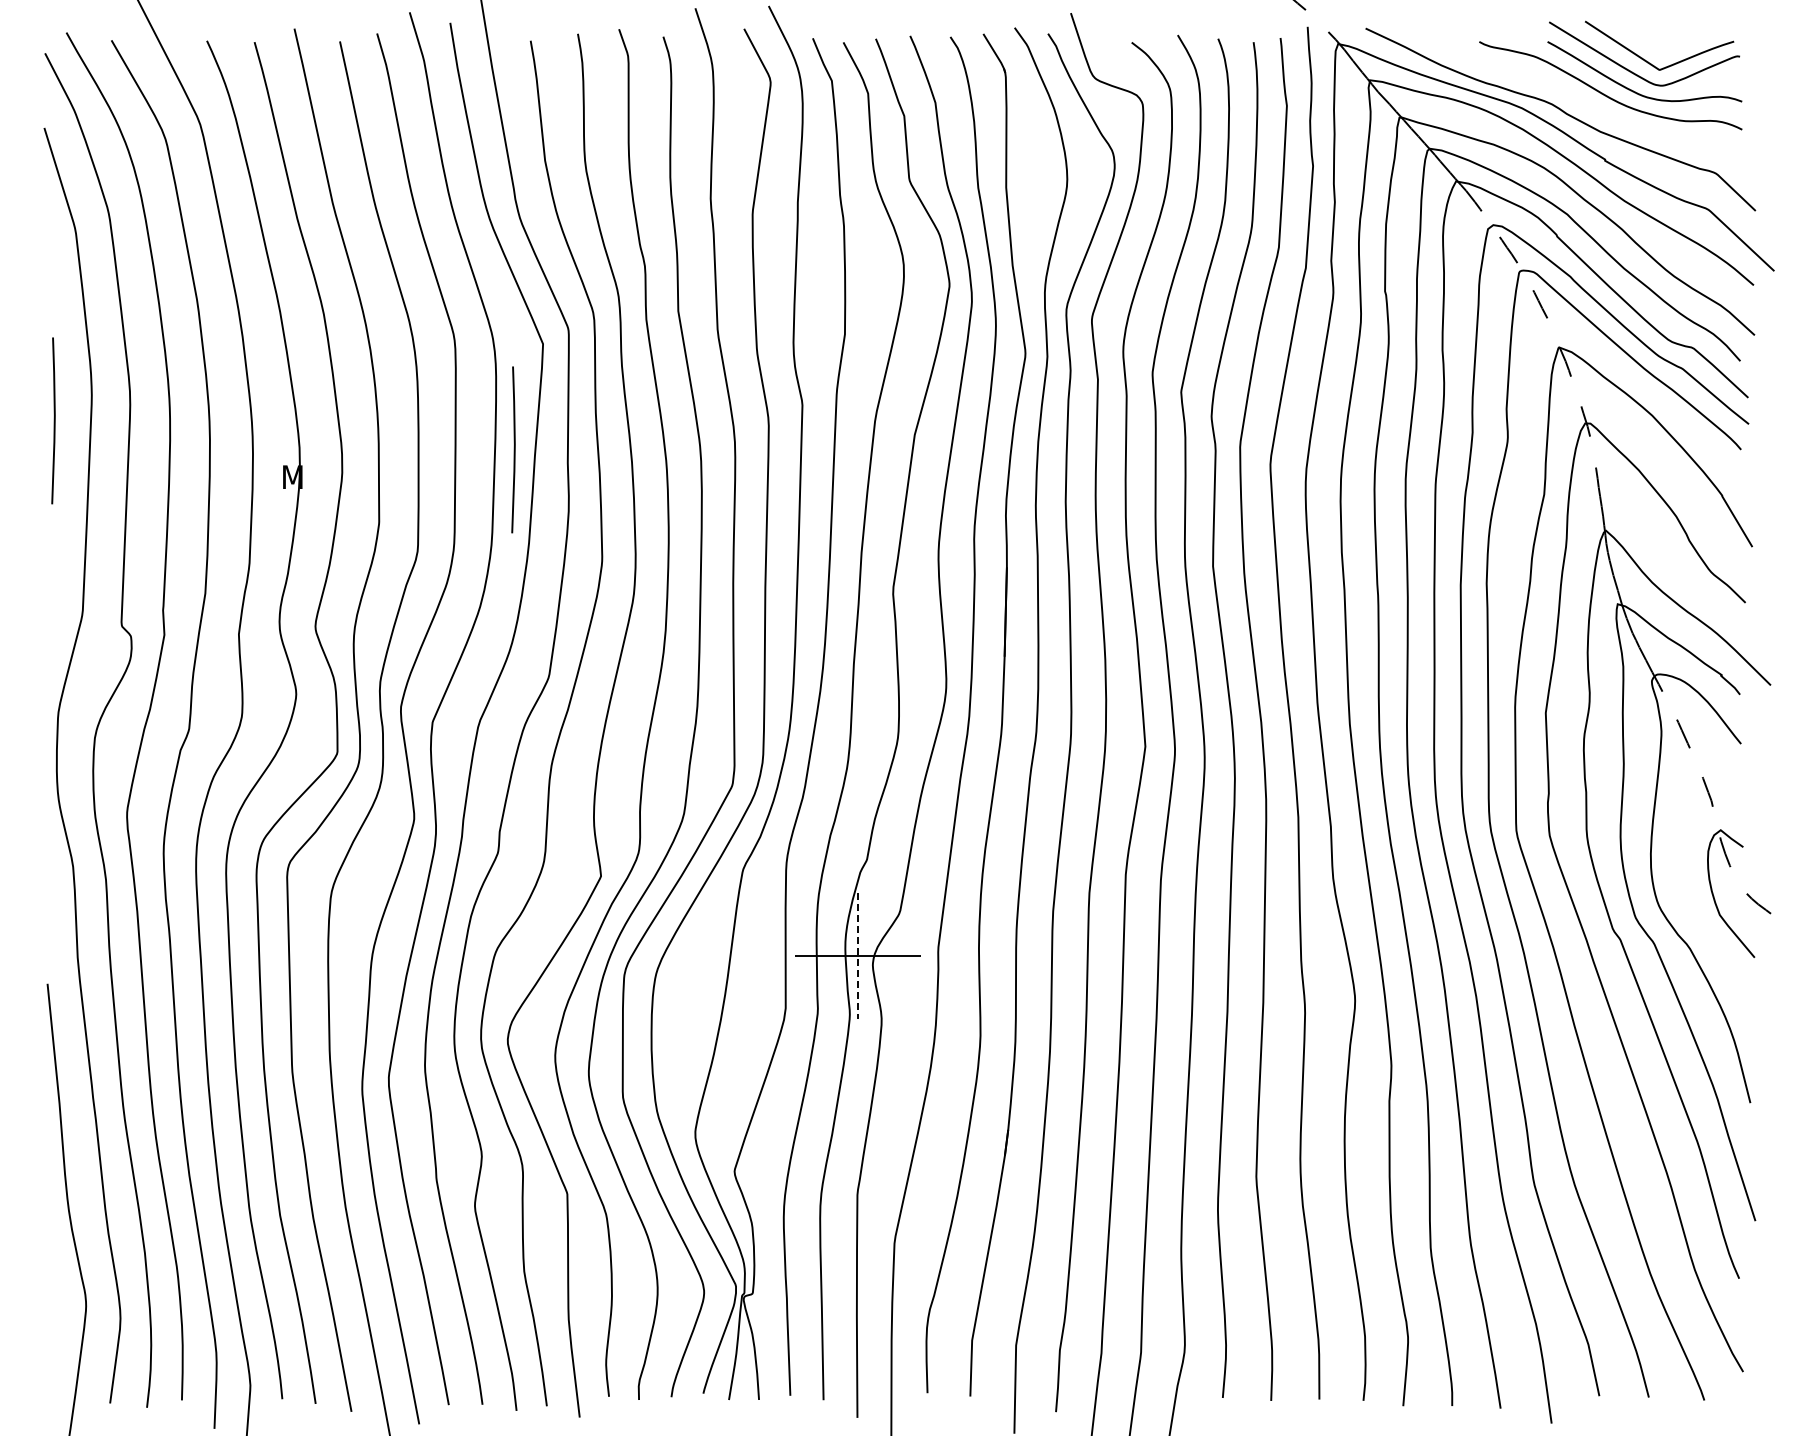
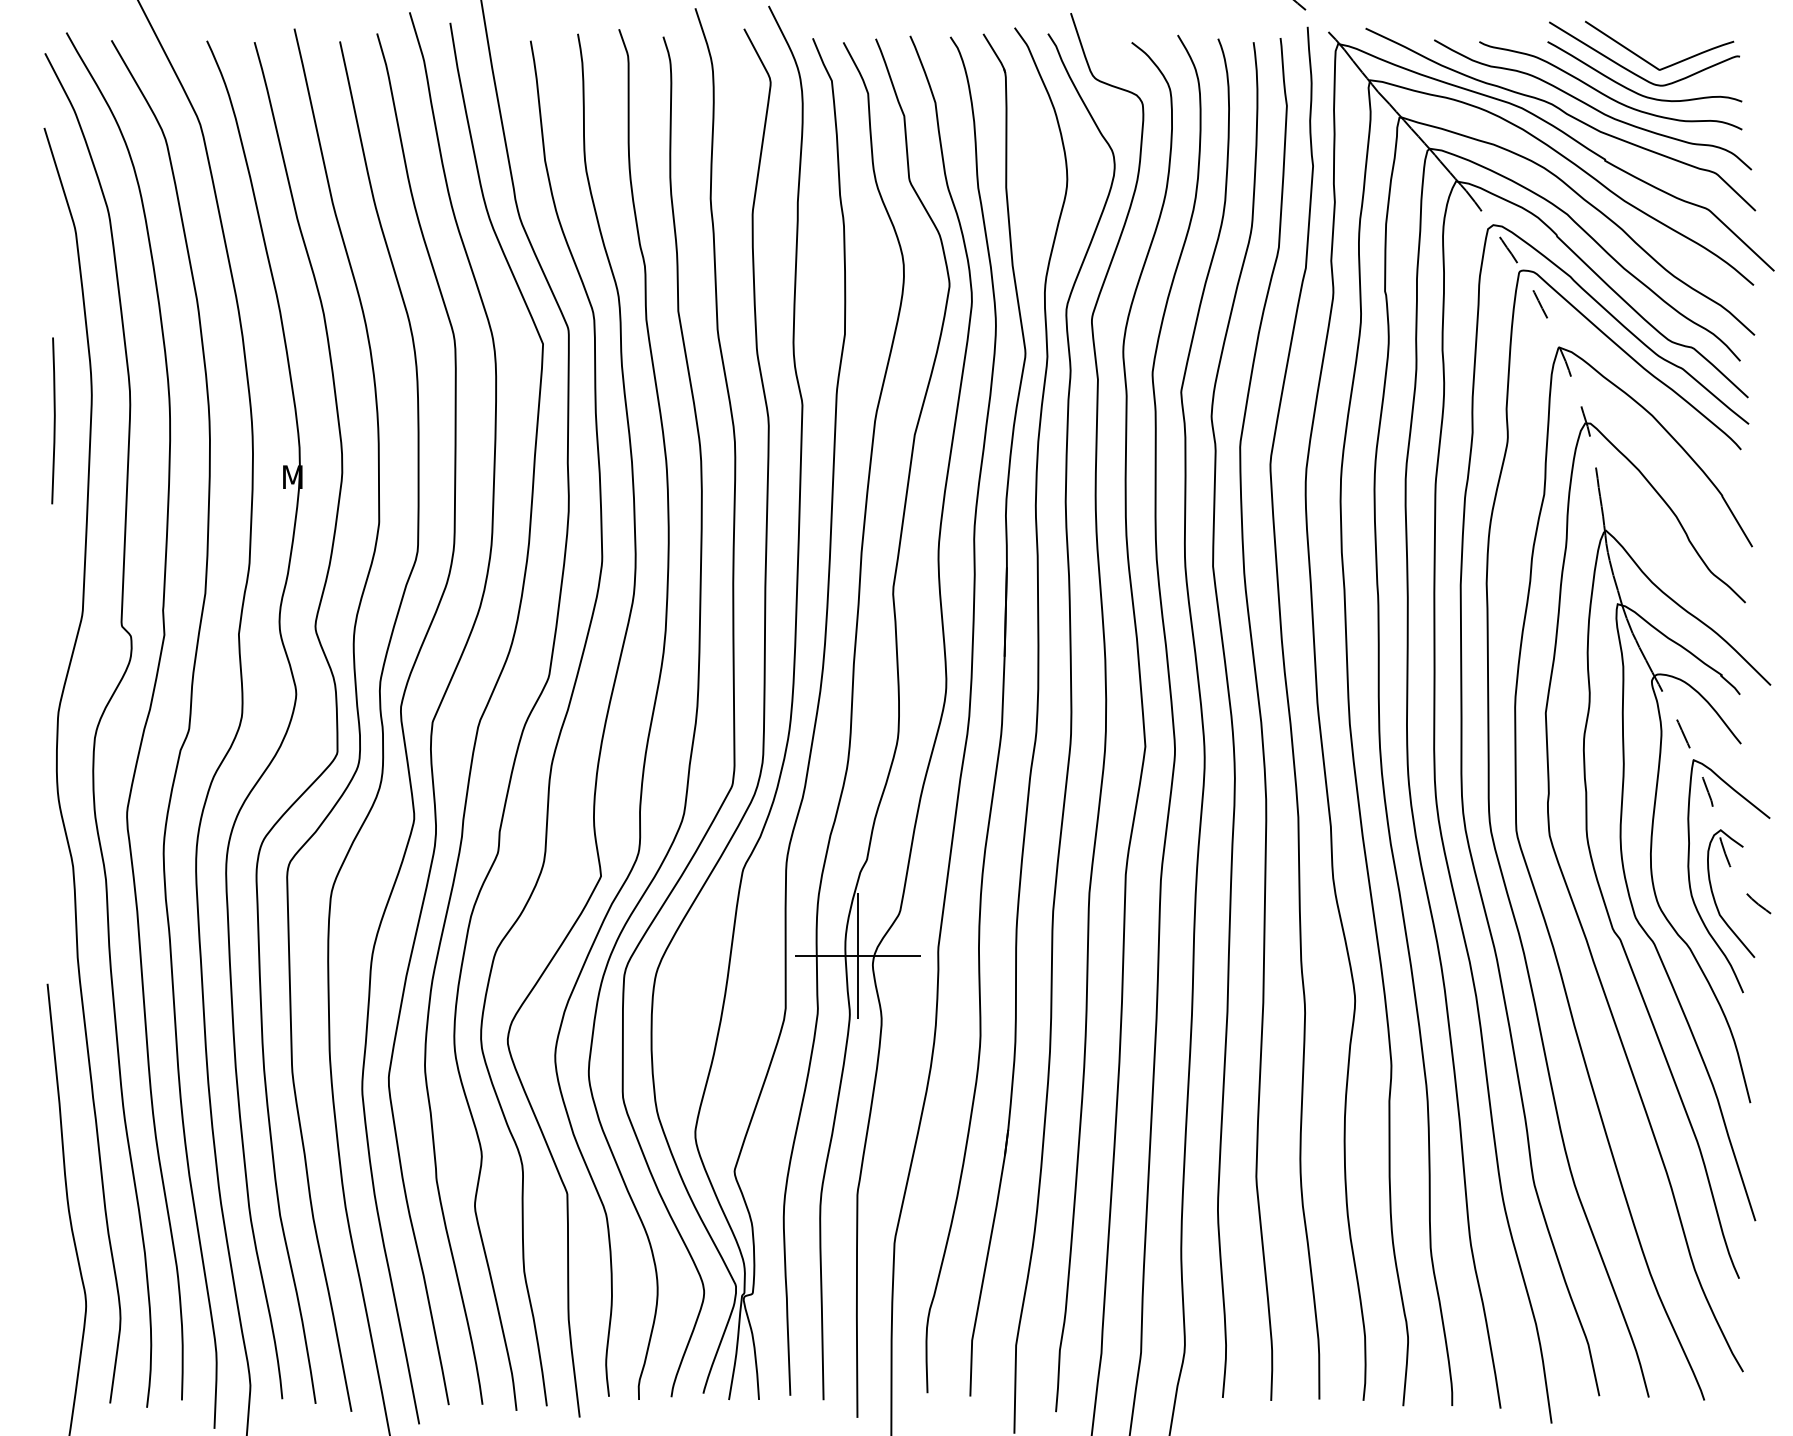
curve at (1591, 105): none -> present
line at (513, 449): present -> none
curve at (1690, 879): none -> present
line at (858, 956): dashed -> solid
